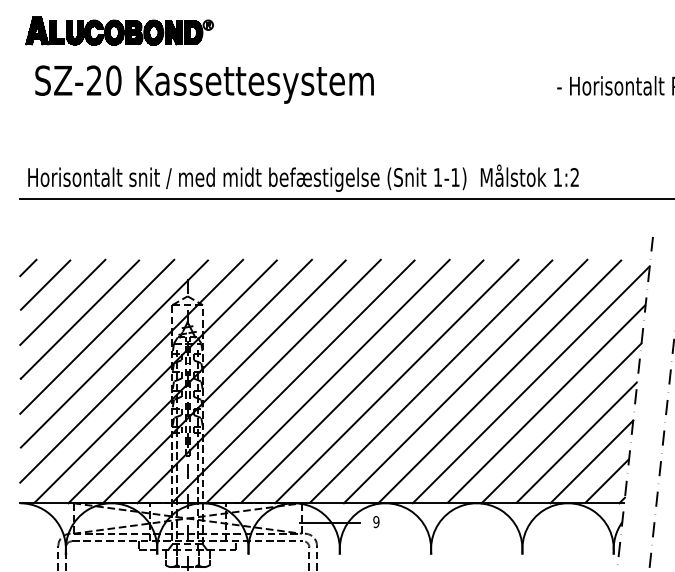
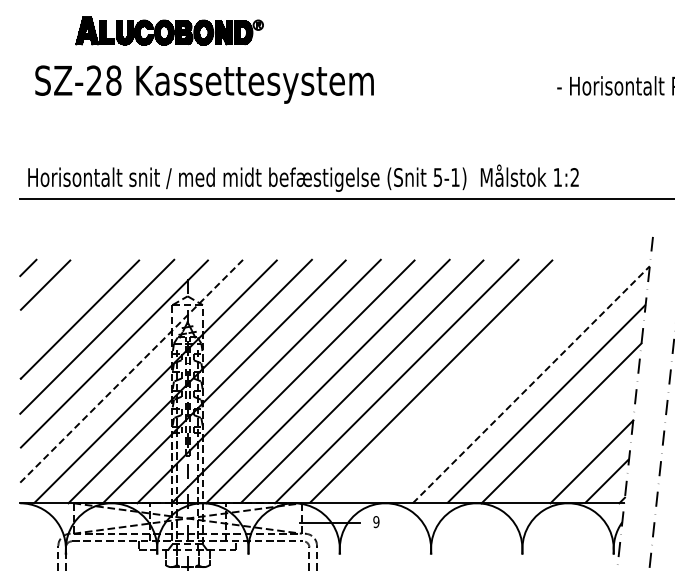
part at (119, 30) position: (119, 30) -> (169, 30)
text at (113, 80): SZ-20 -> SZ-28
text at (437, 177): 1-1) -> 5-1)
line at (62, 301): present -> none
line at (131, 371): solid -> dashed
line at (465, 381): present -> none
line at (499, 381): present -> none
line at (531, 384): solid -> dashed
line at (576, 442): present -> none
